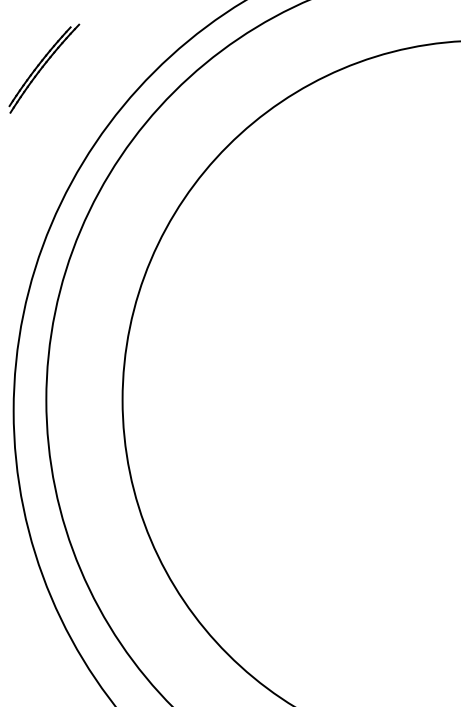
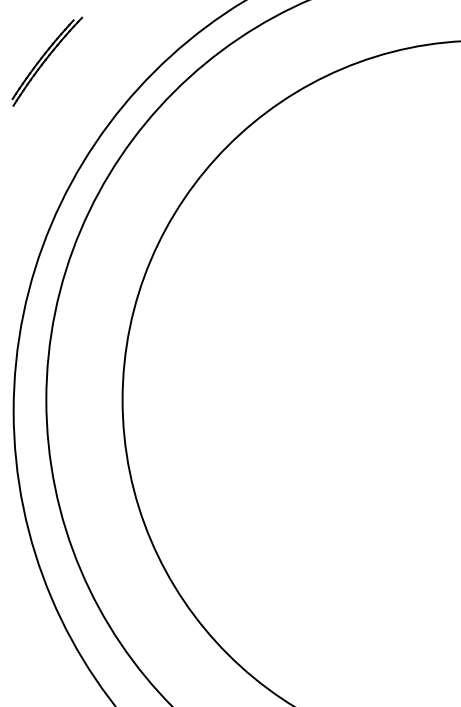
part at (44, 68) position: (44, 68) -> (47, 61)
